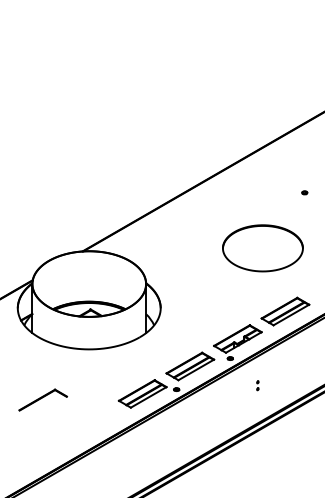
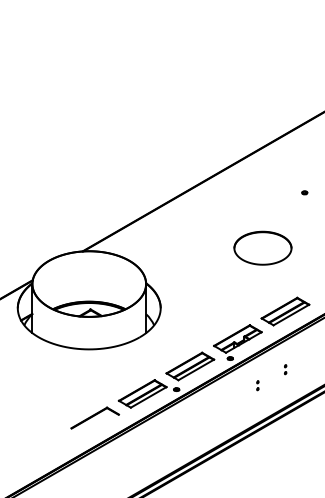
part at (262, 248) size: 82x49 px -> 60x36 px
part at (285, 369): none -> present
part at (42, 399) position: (42, 399) -> (94, 417)
